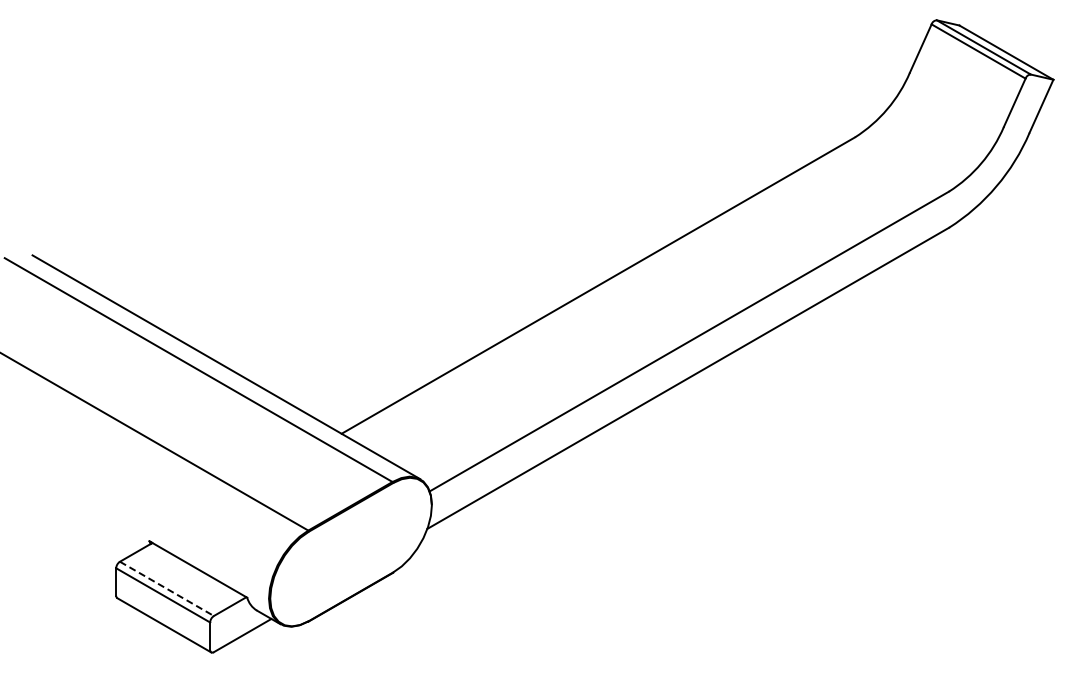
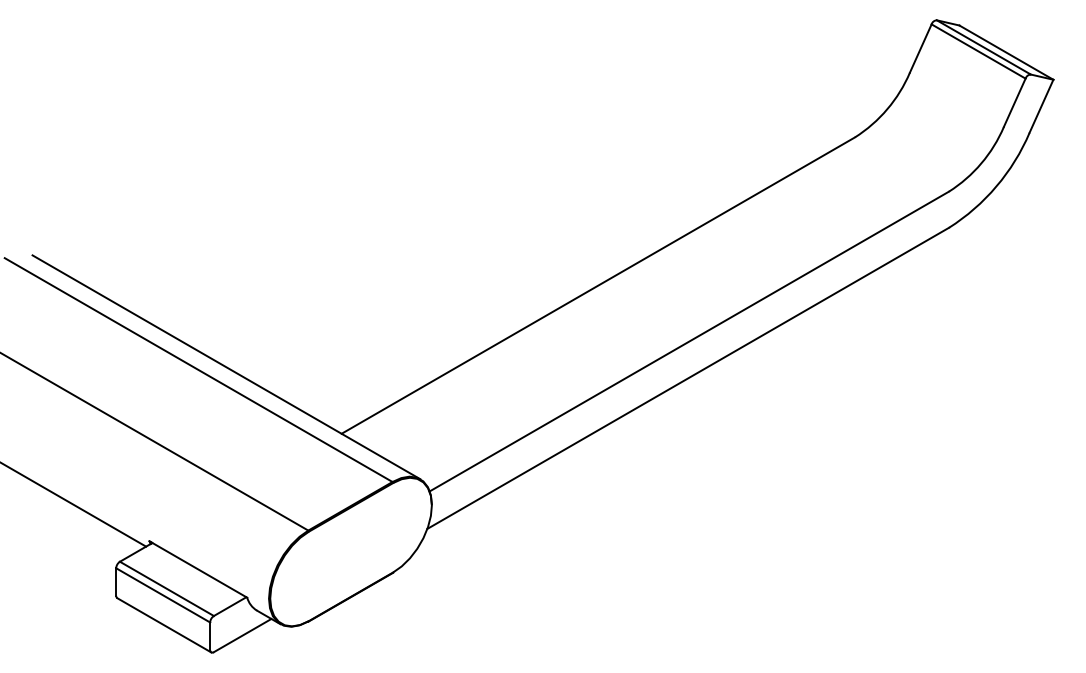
line at (74, 504): none -> present
line at (167, 589): dashed -> solid
